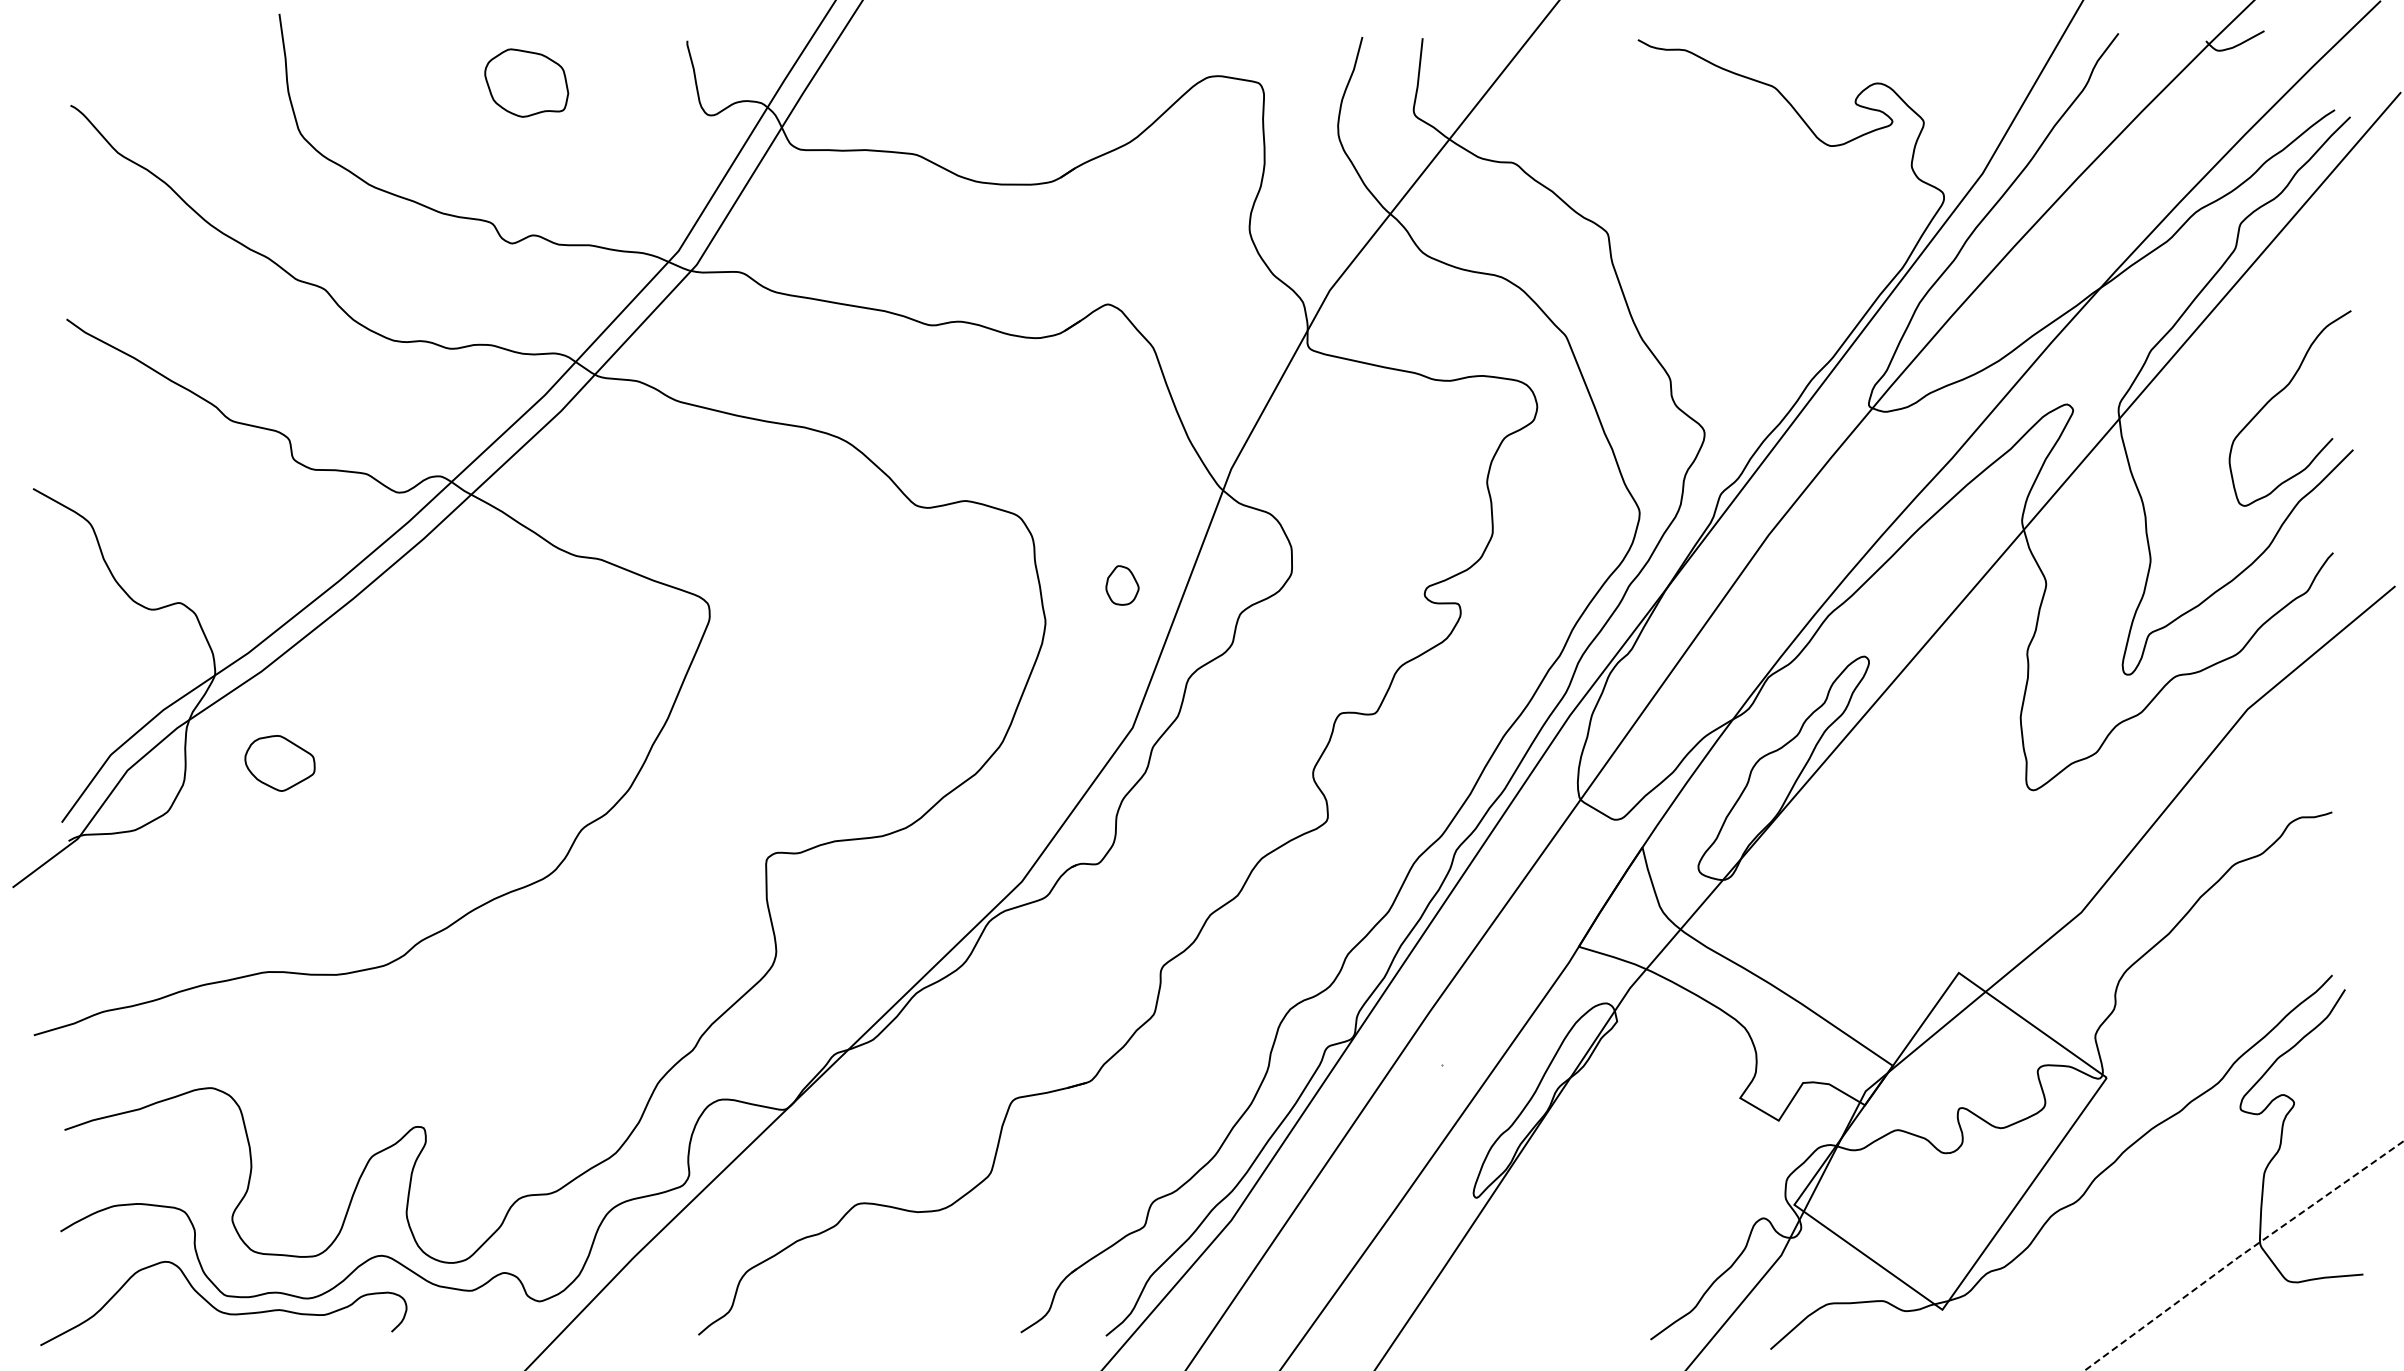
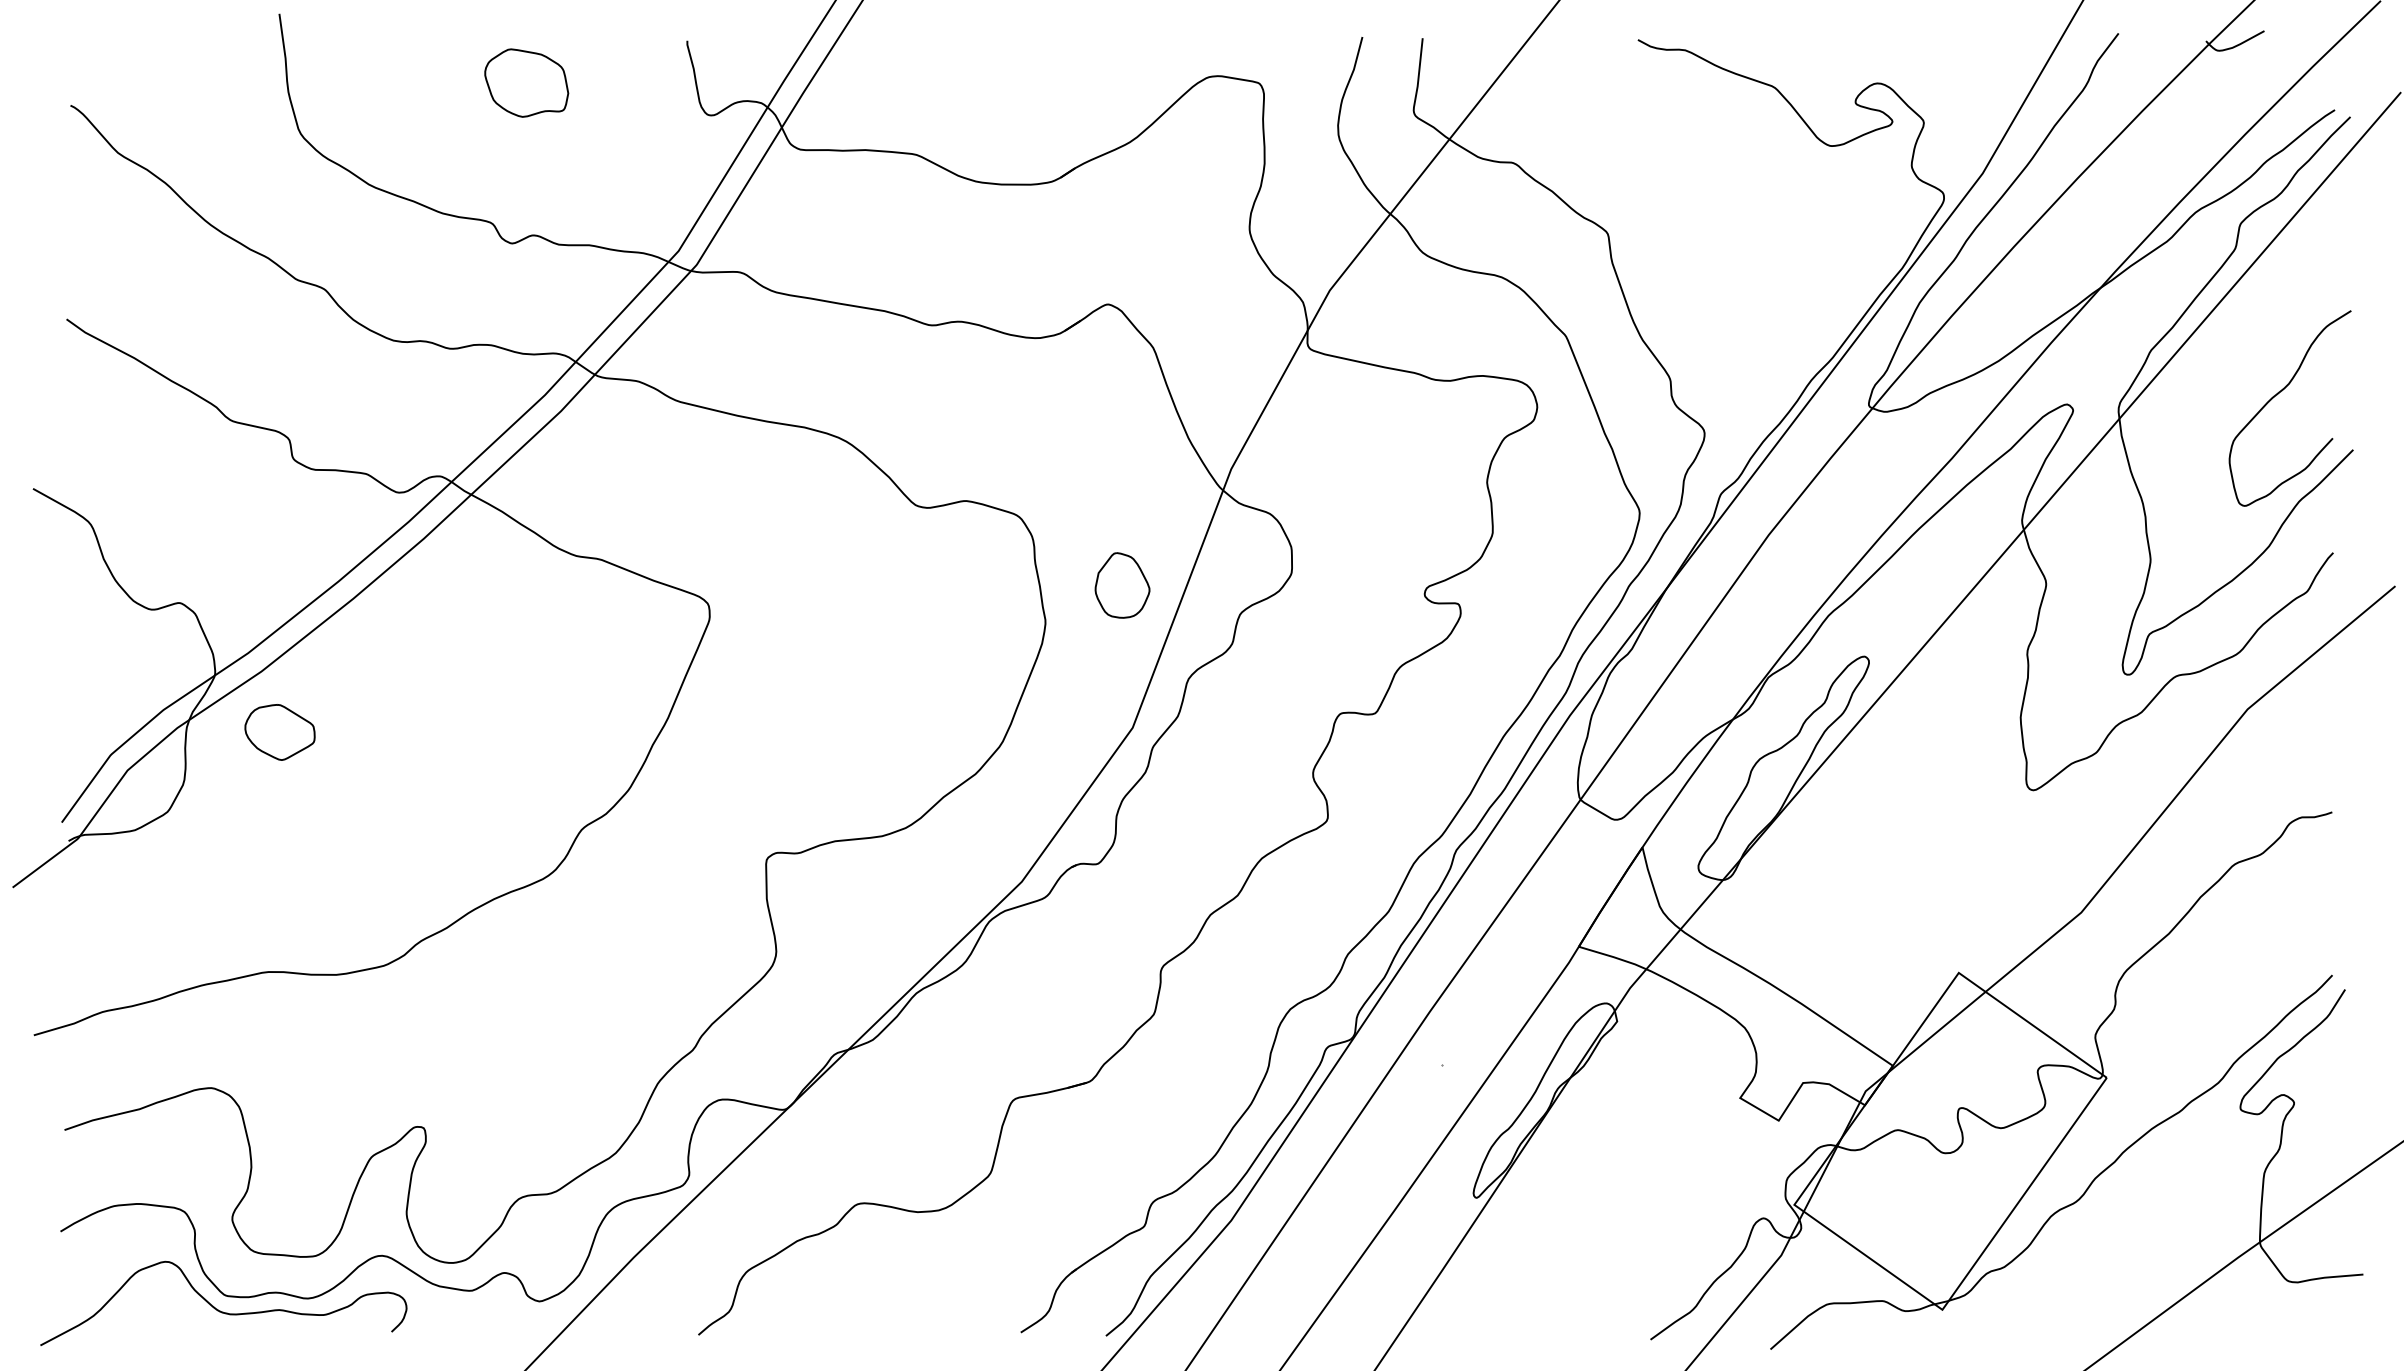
part at (1122, 585) size: 35x41 px -> 57x67 px
part at (279, 763) position: (279, 763) -> (279, 732)
line at (2242, 1254): dashed -> solid
